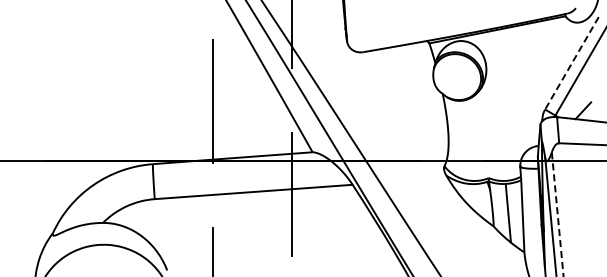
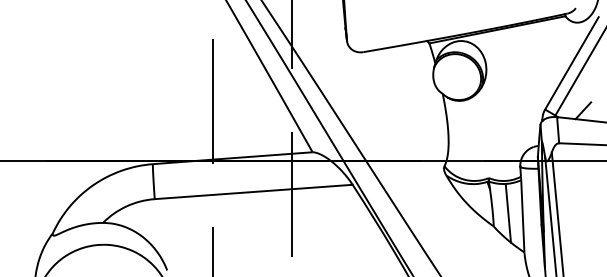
line at (571, 63): dashed -> solid
line at (557, 214): dashed -> solid
